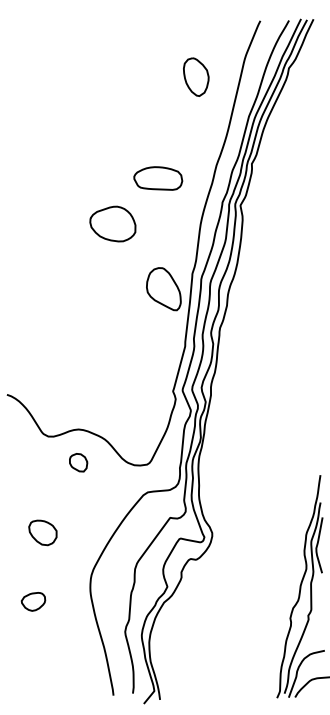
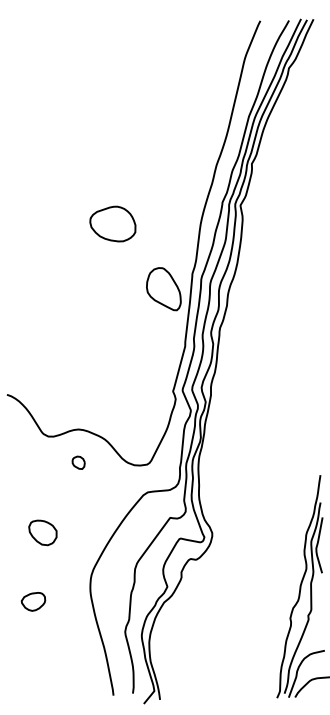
part at (196, 76): present -> none
part at (158, 178): present -> none
part at (78, 462) size: 20x20 px -> 15x15 px
